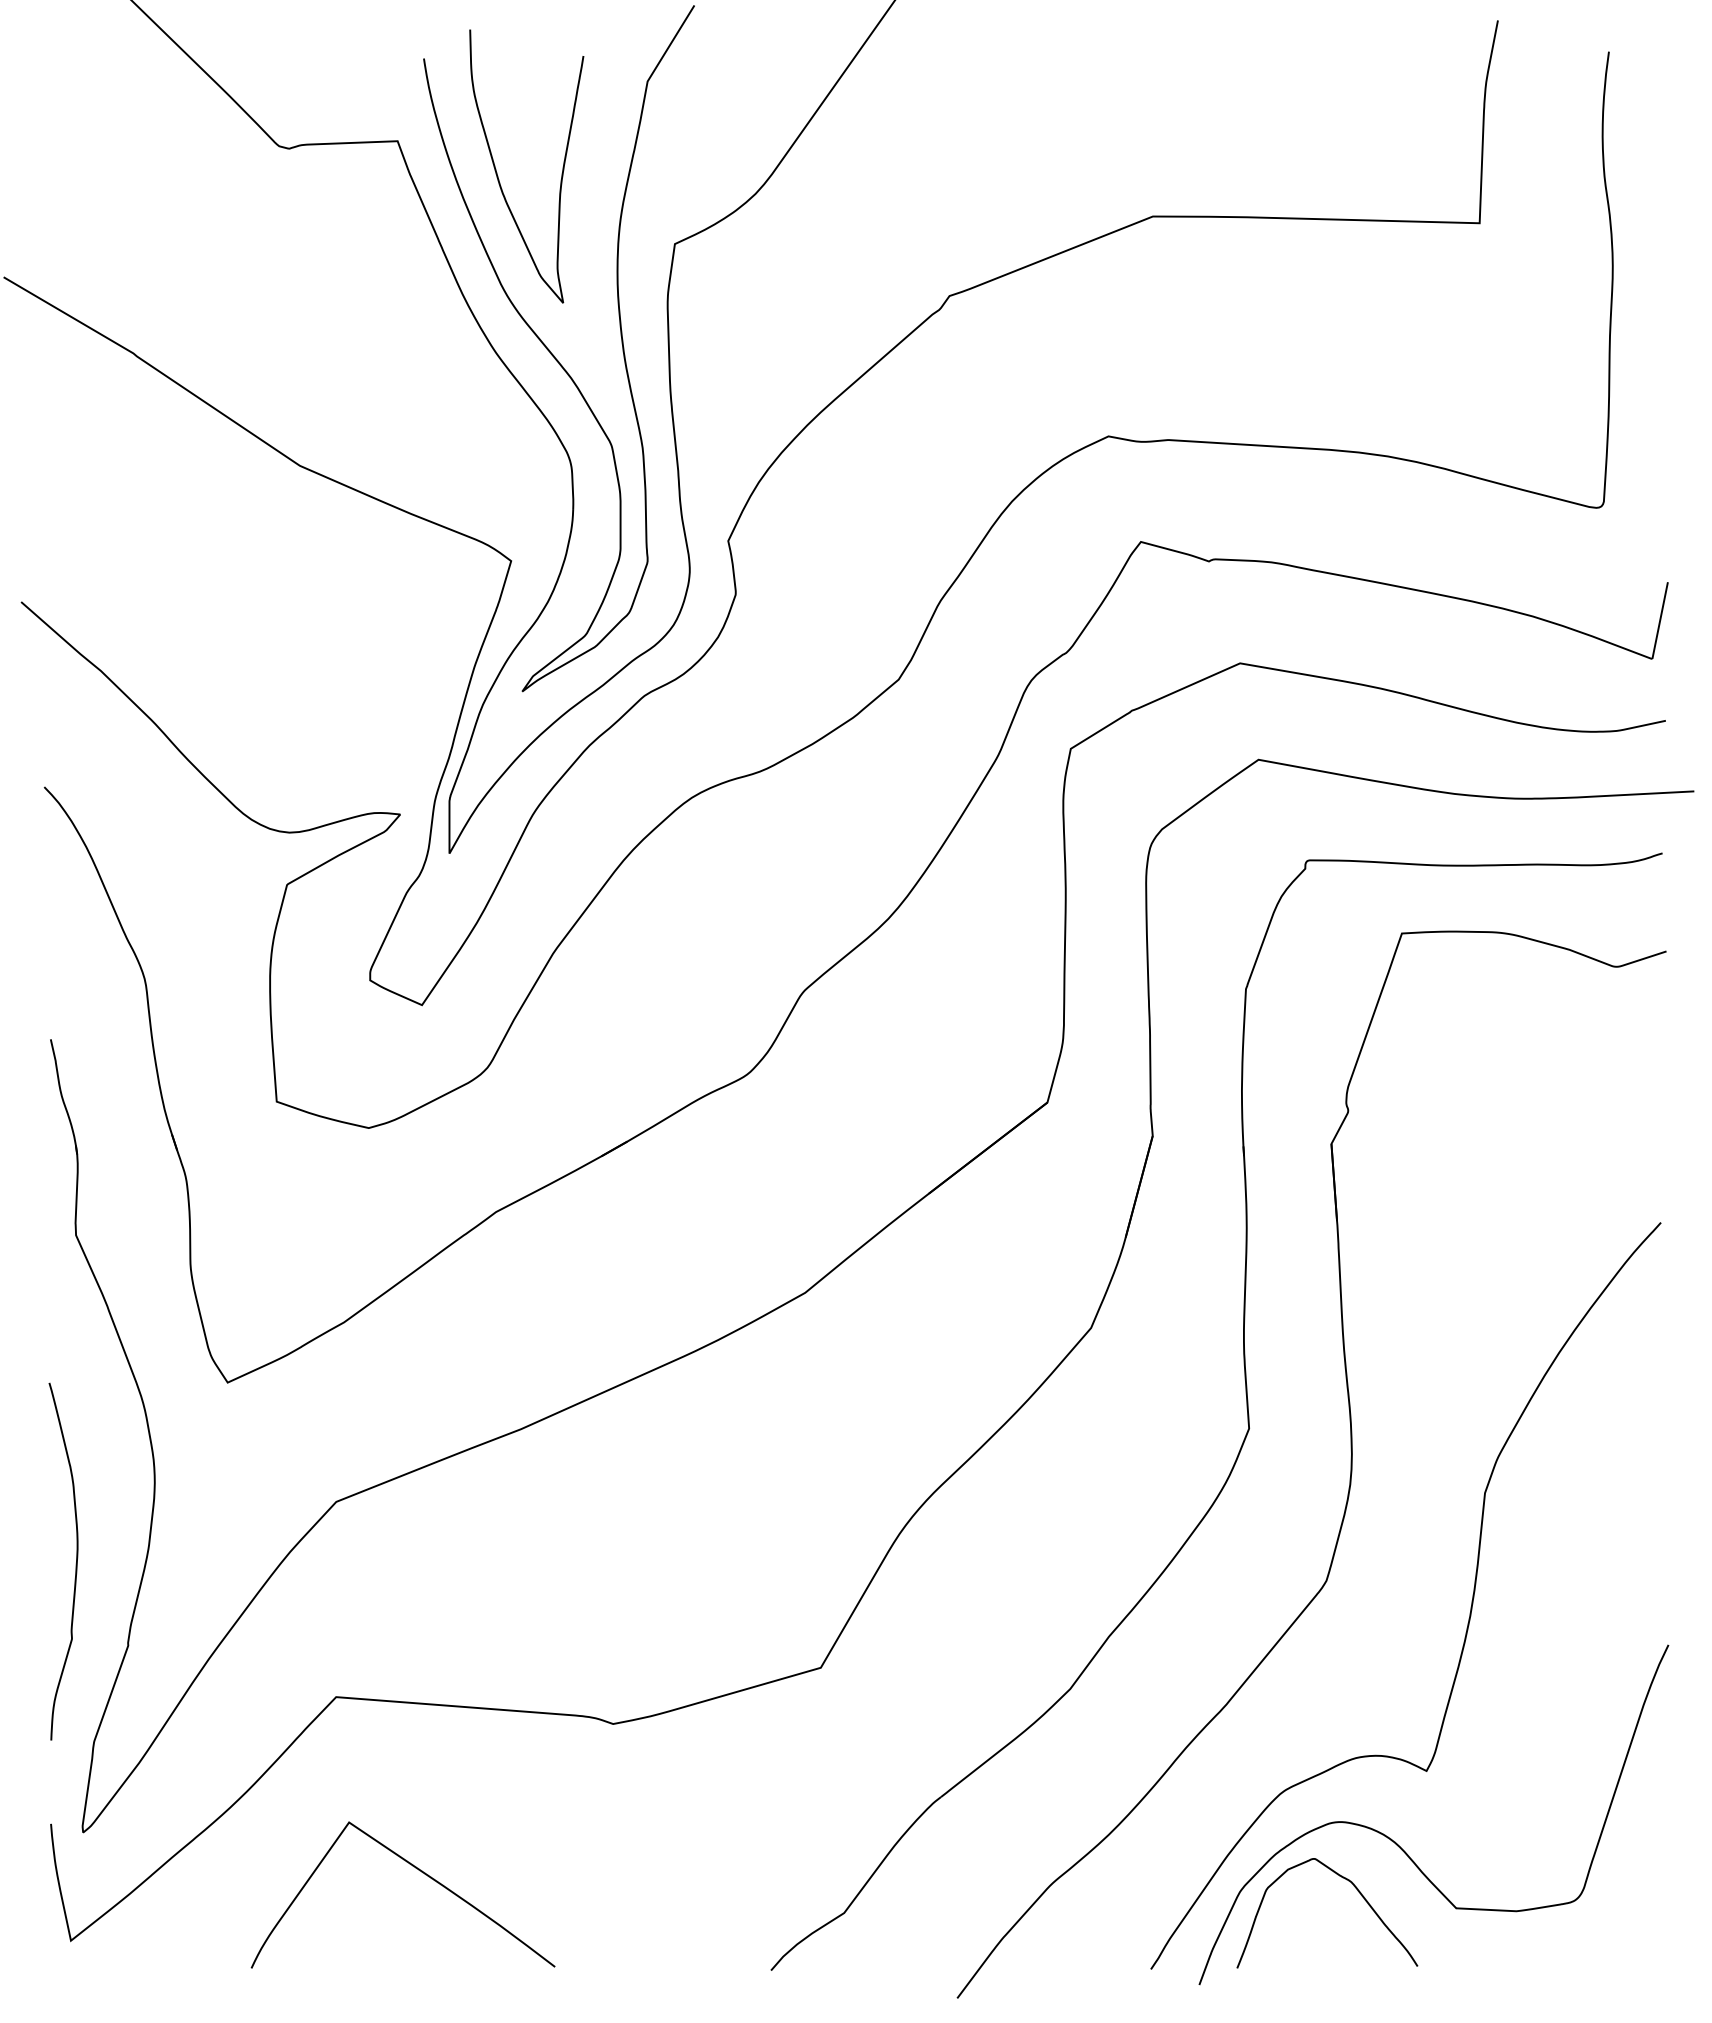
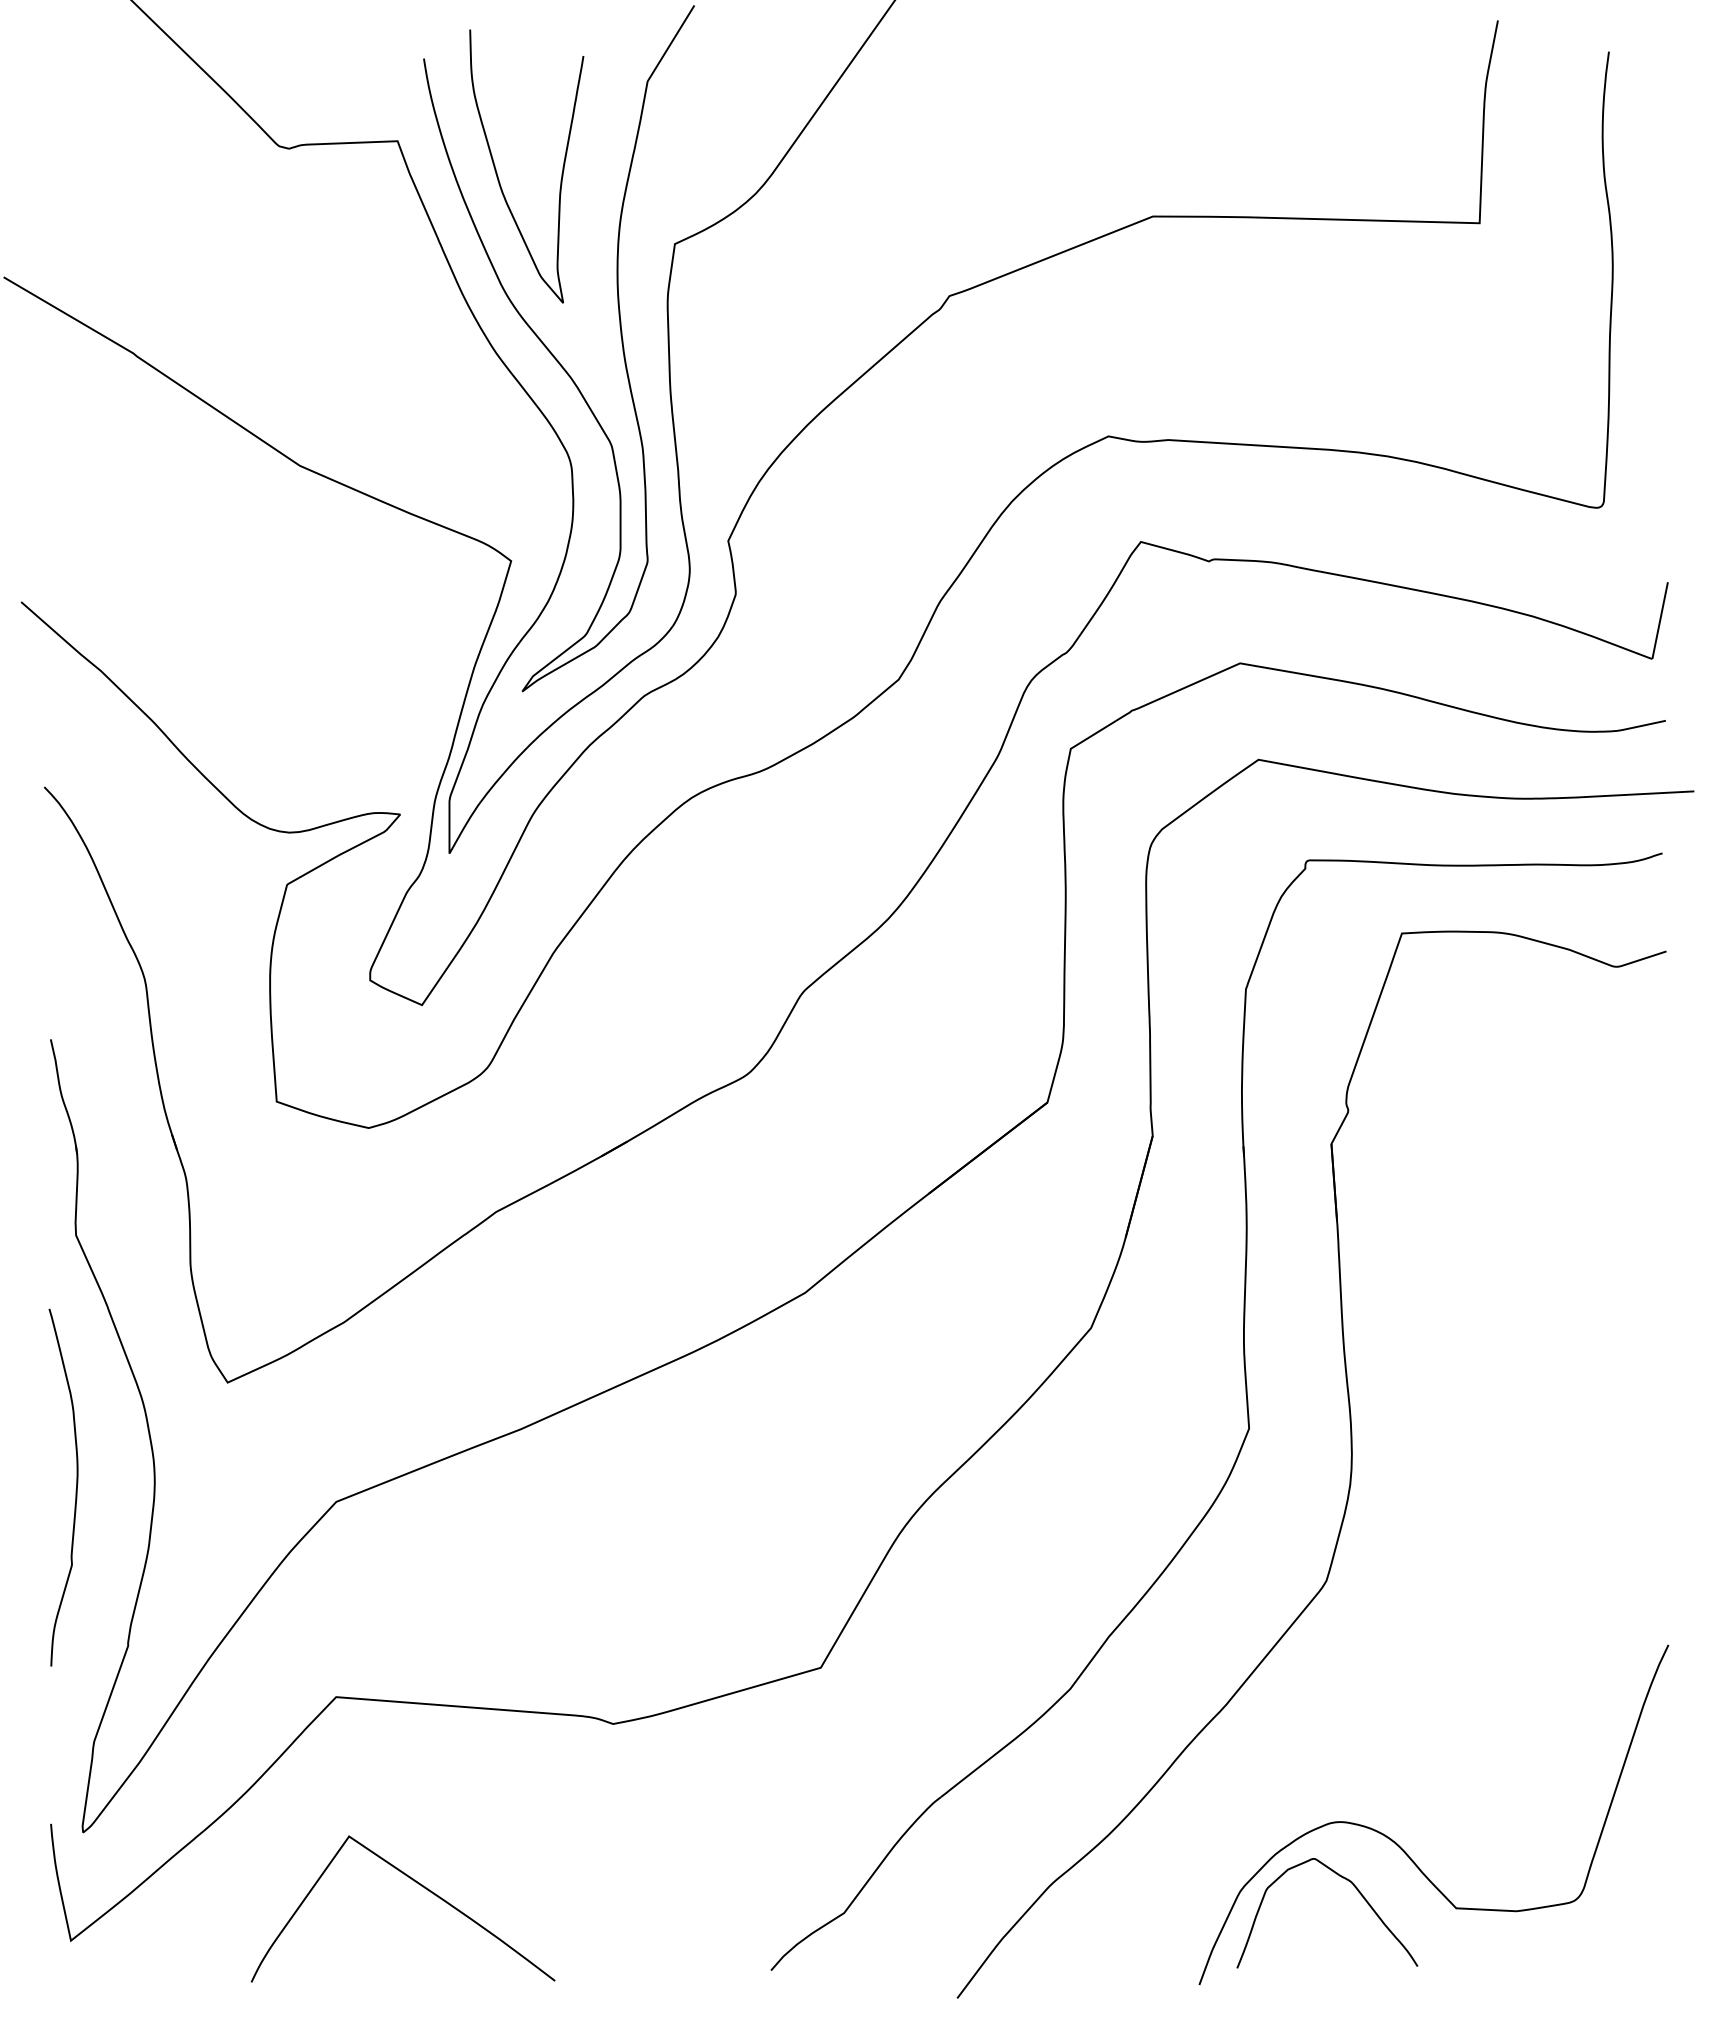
curve at (75, 1563) position: (75, 1563) -> (75, 1489)
curve at (1470, 1607): present -> none
curve at (418, 1870) position: (418, 1870) -> (418, 1884)
